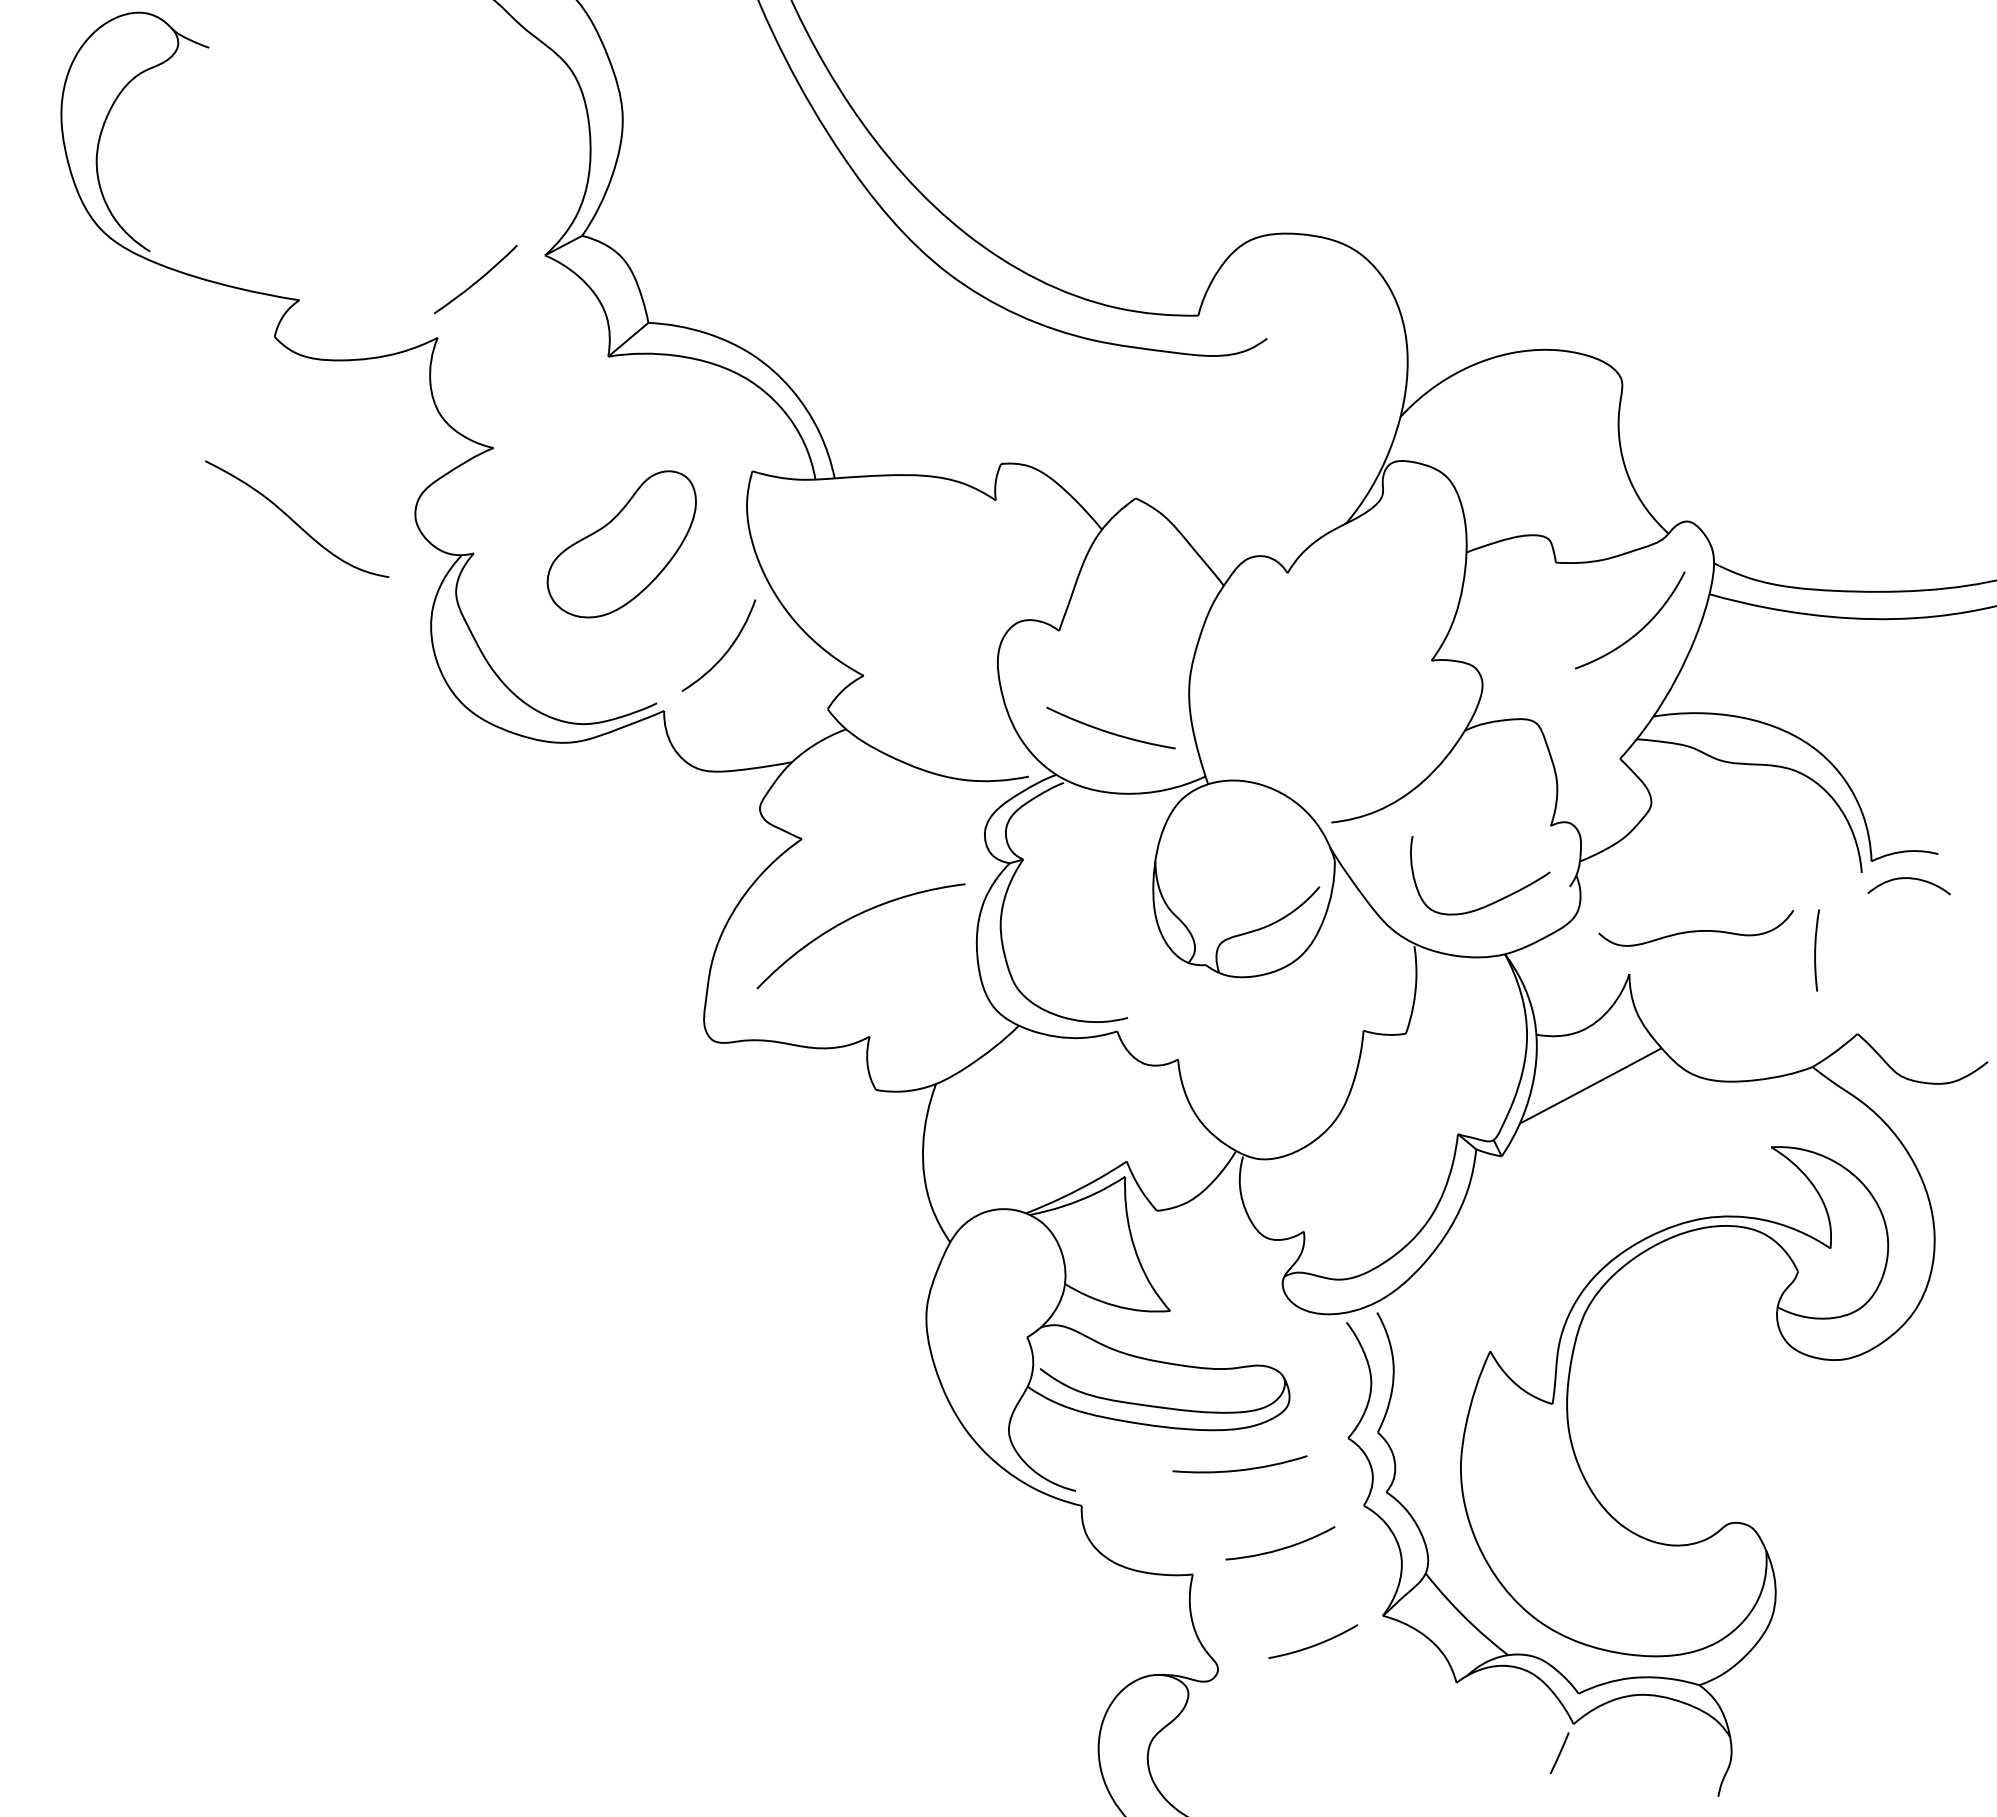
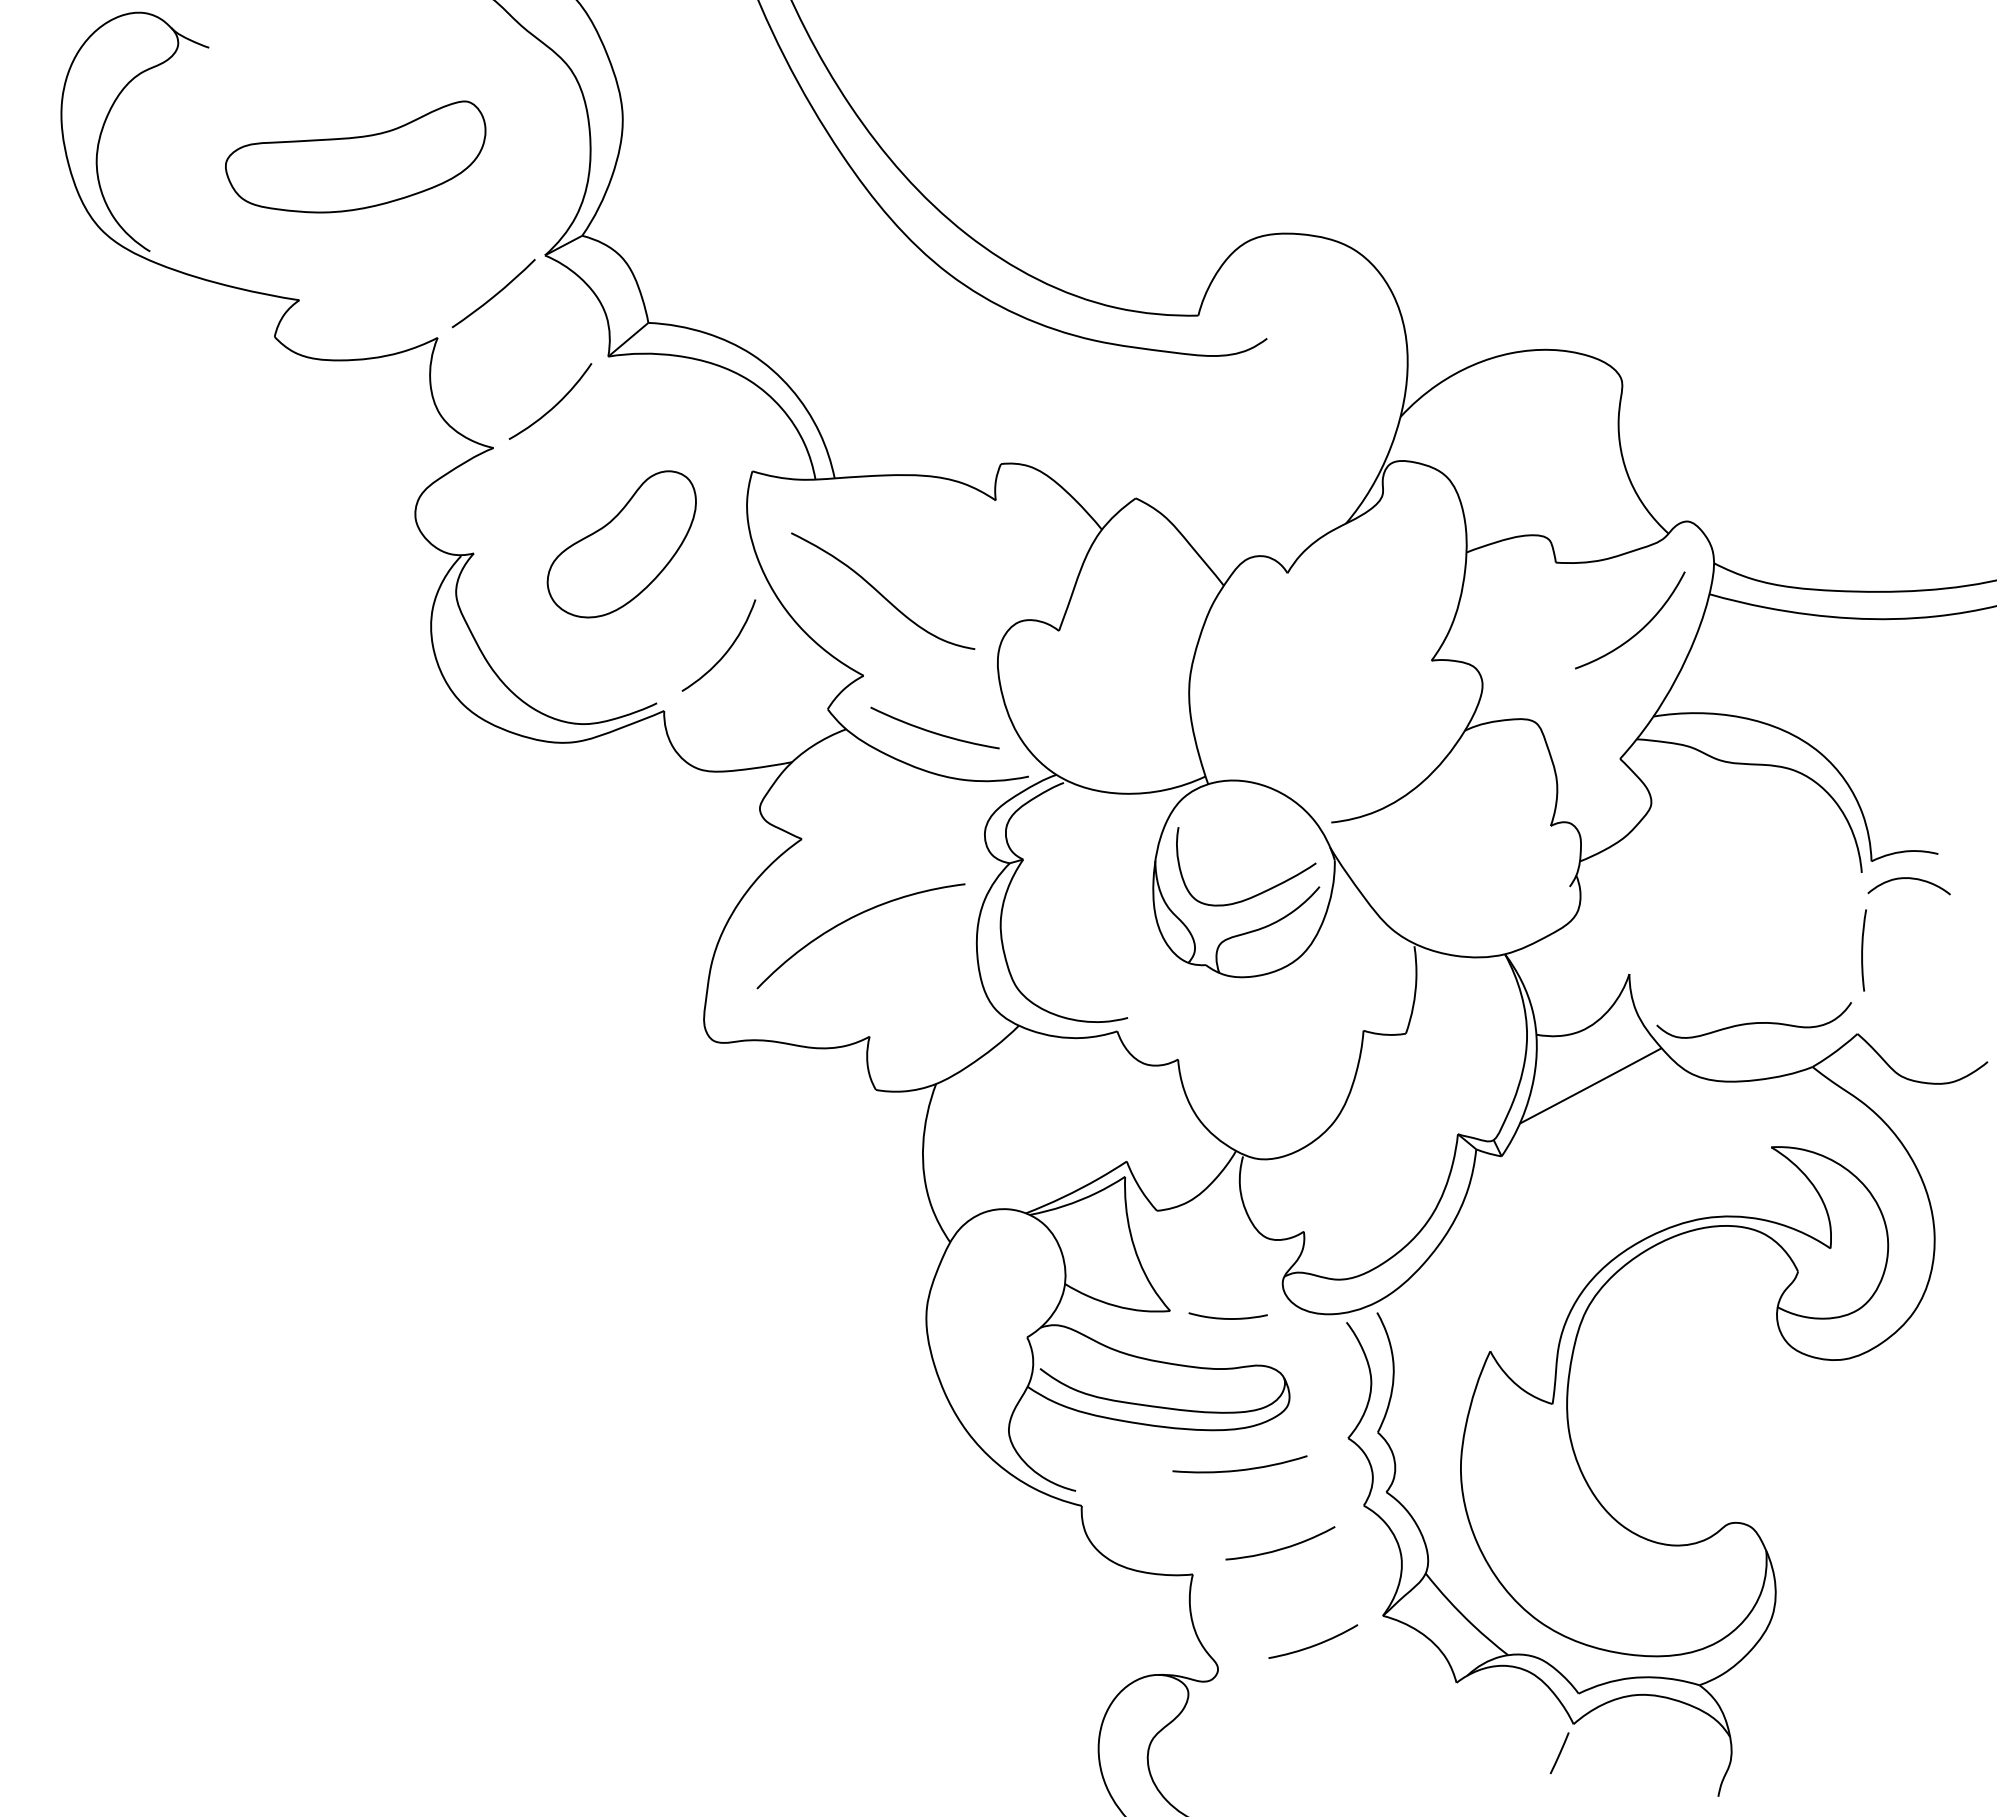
part at (355, 156): none -> present
curve at (476, 280) position: (476, 280) -> (494, 294)
curve at (554, 405): none -> present
curve at (294, 520) position: (294, 520) -> (880, 592)
curve at (1109, 731) position: (1109, 731) -> (933, 731)
curve at (1489, 903) position: (1489, 903) -> (1255, 894)
curve at (1695, 930) position: (1695, 930) -> (1753, 1022)
curve at (1816, 950) position: (1816, 950) -> (1863, 950)
curve at (1227, 1318): none -> present
